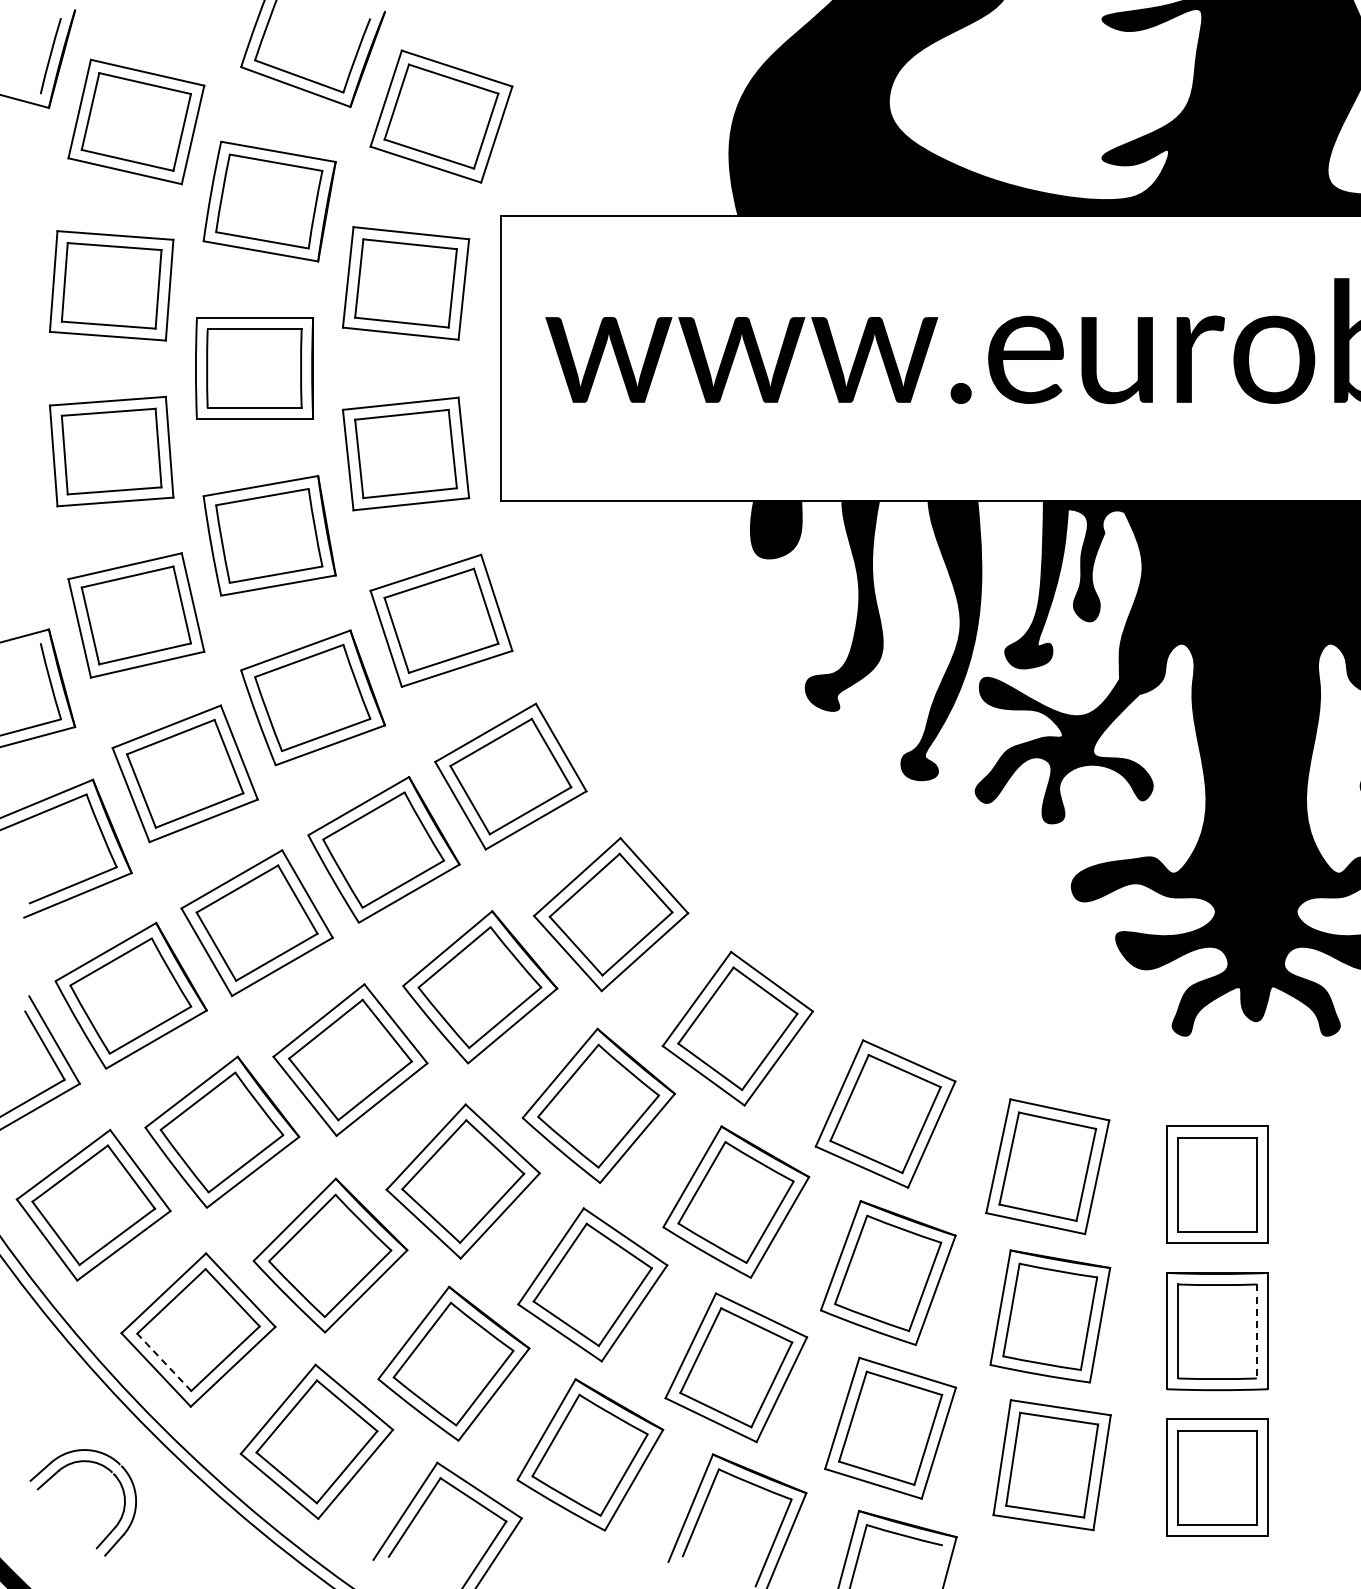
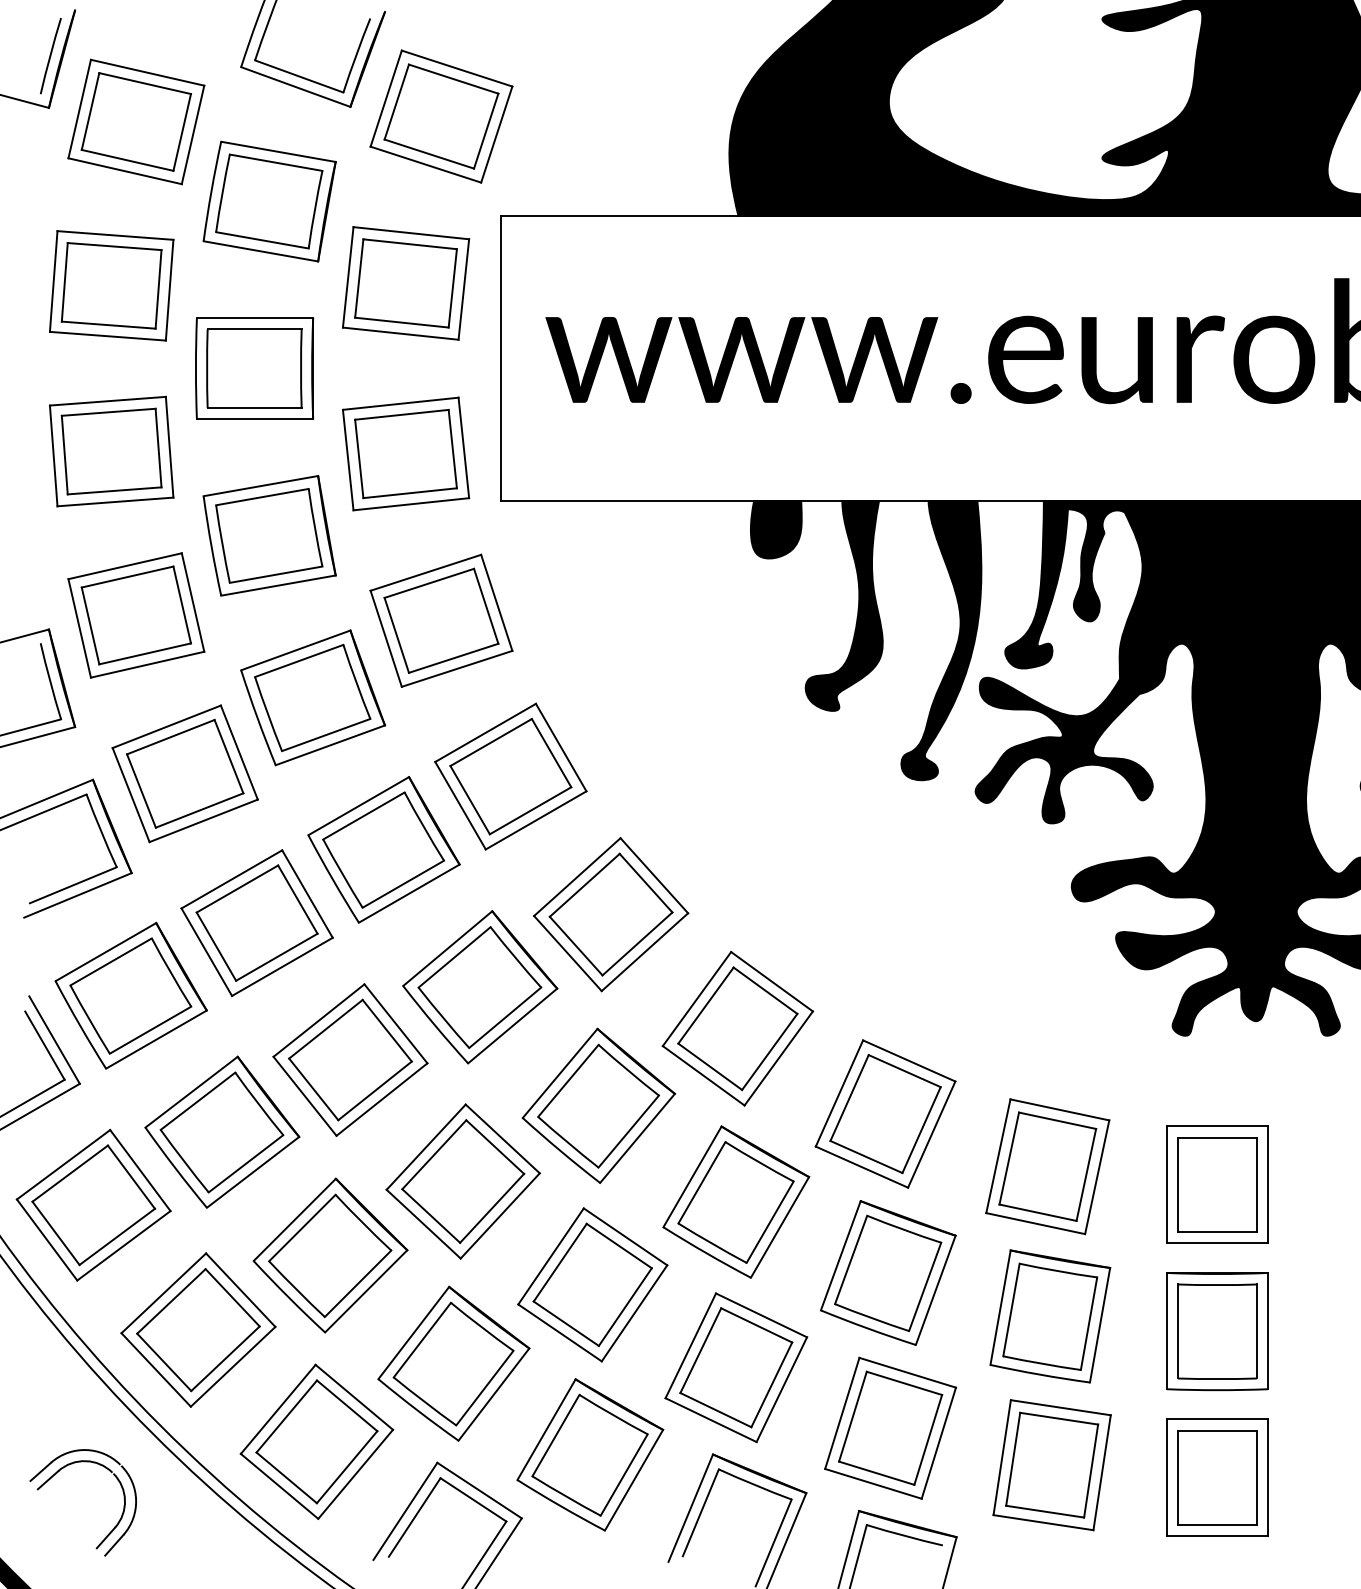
line at (1256, 1331): dashed -> solid
line at (163, 1361): dashed -> solid
